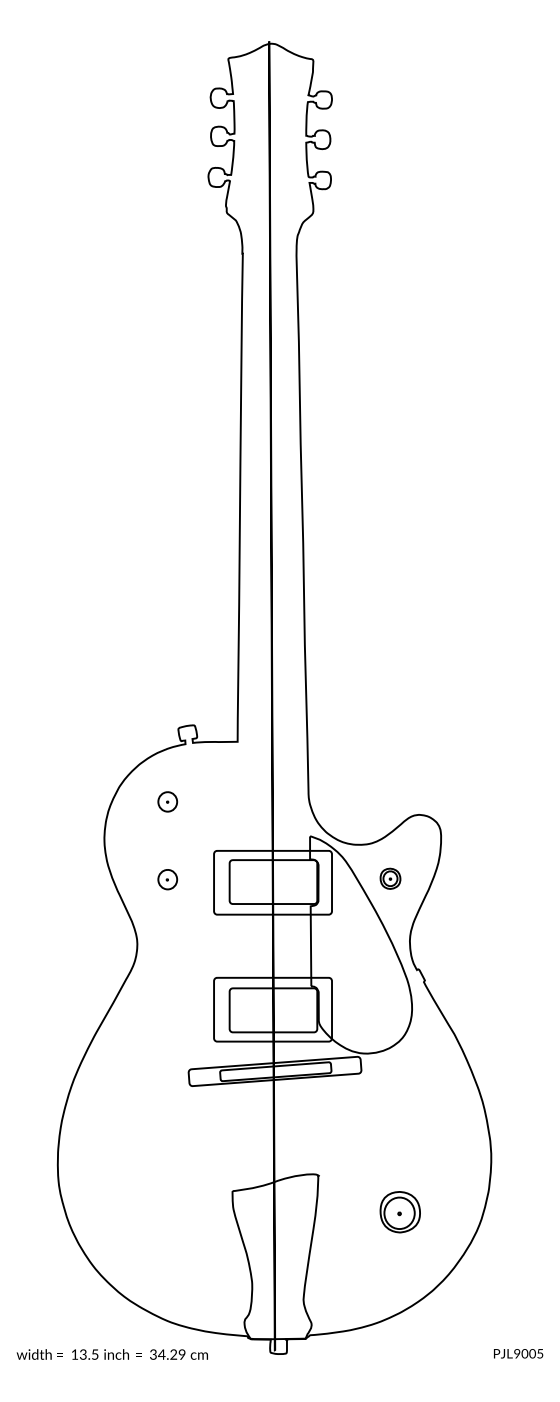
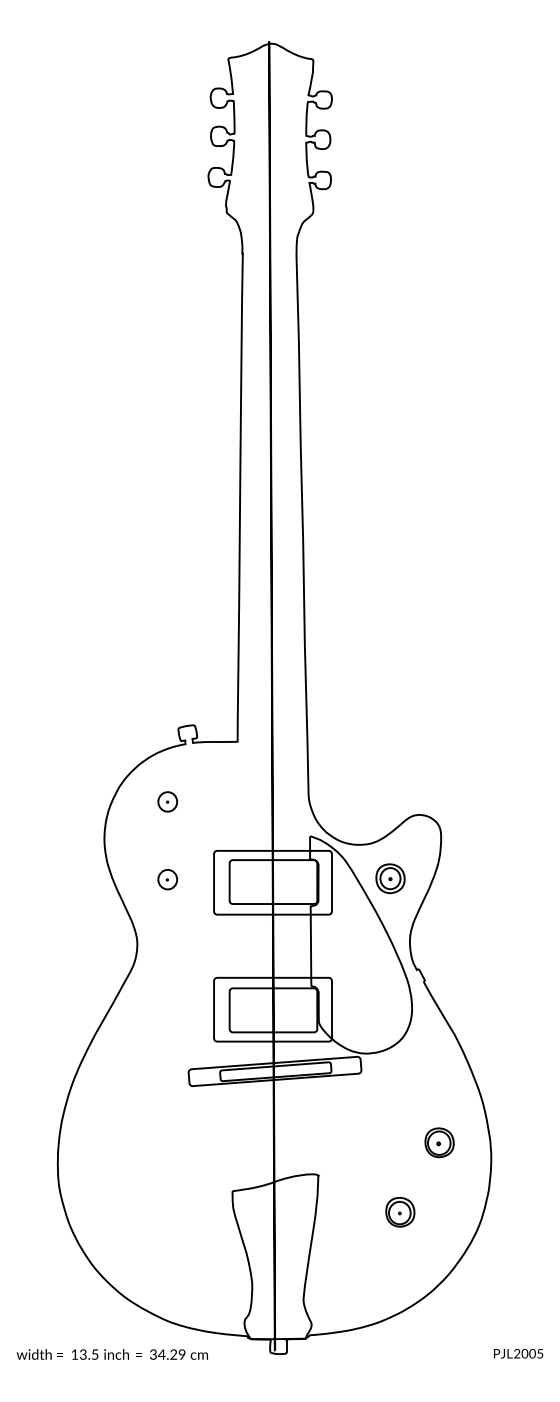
part at (390, 878) size: 23x23 px -> 31x32 px
part at (439, 1142): none -> present
part at (399, 1212) size: 42x43 px -> 31x31 px
text at (517, 1354): 9005 -> 2005
